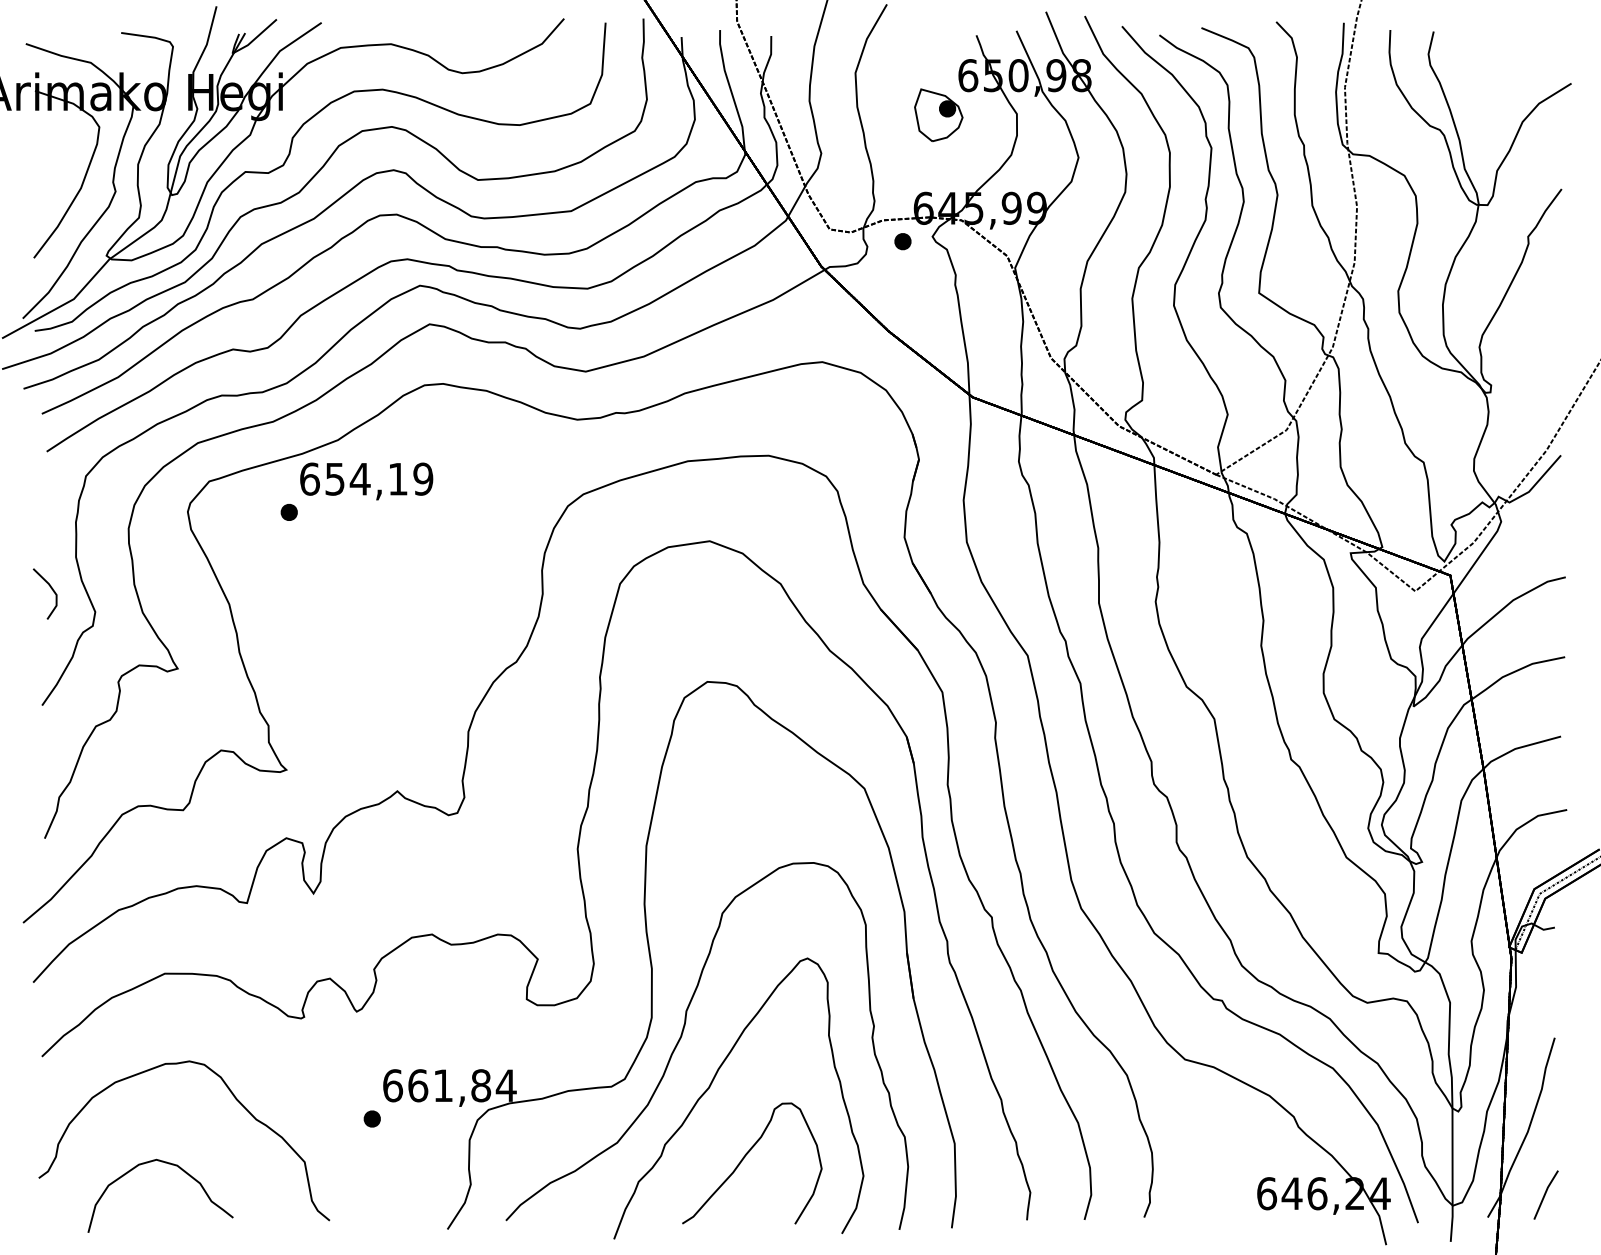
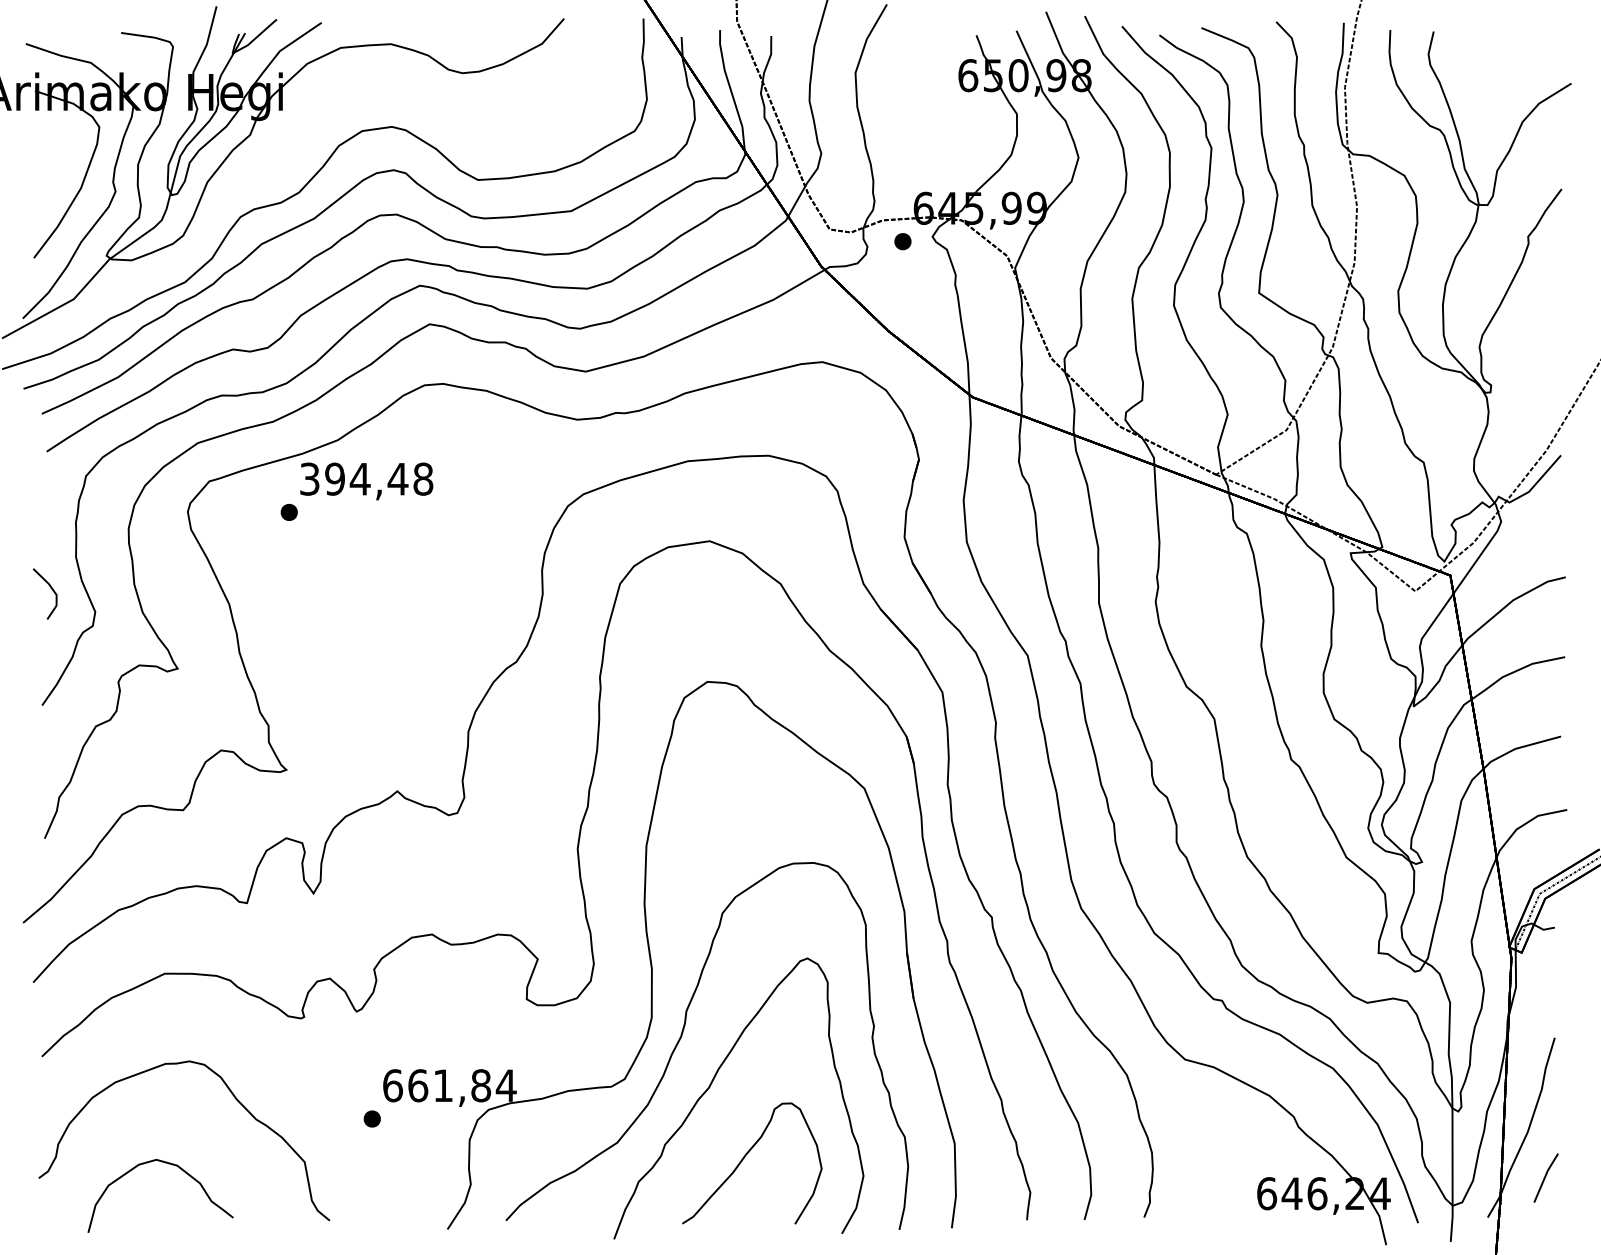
part at (938, 115): present -> none
curve at (288, 158): present -> none
text at (366, 478): 654,19 -> 394,48
line at (1545, 1194) position: (1545, 1194) -> (1545, 1177)
